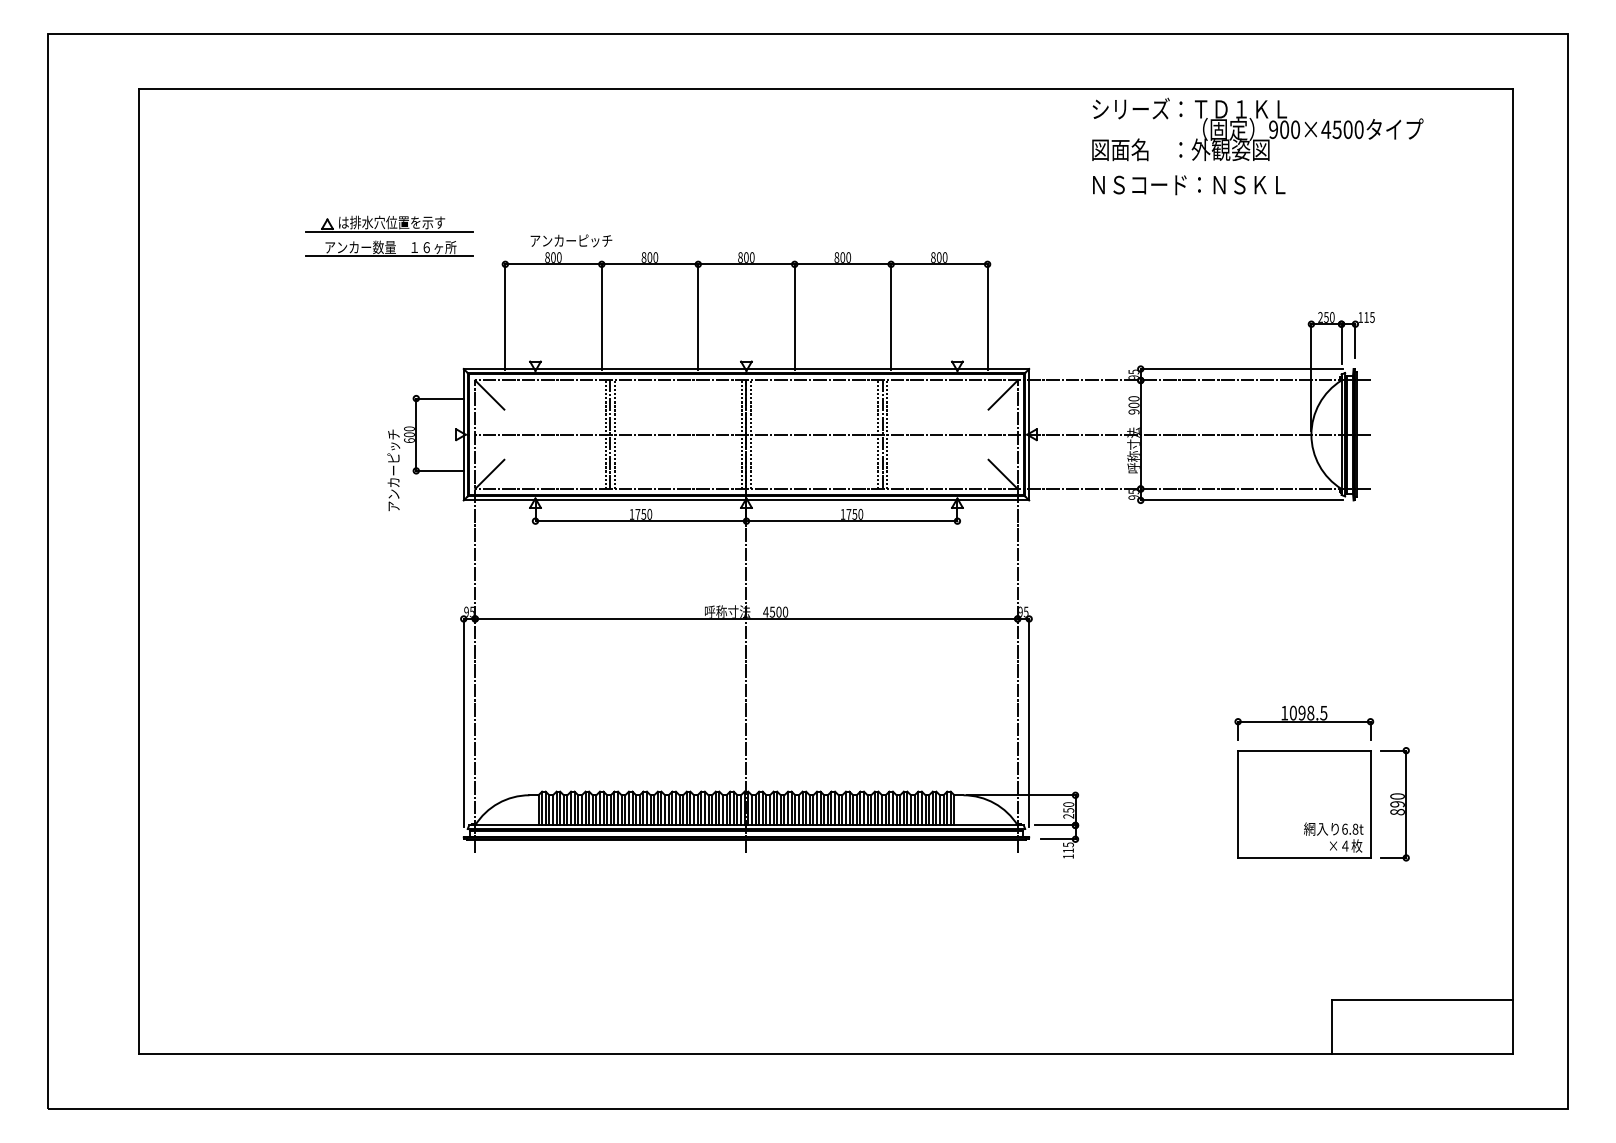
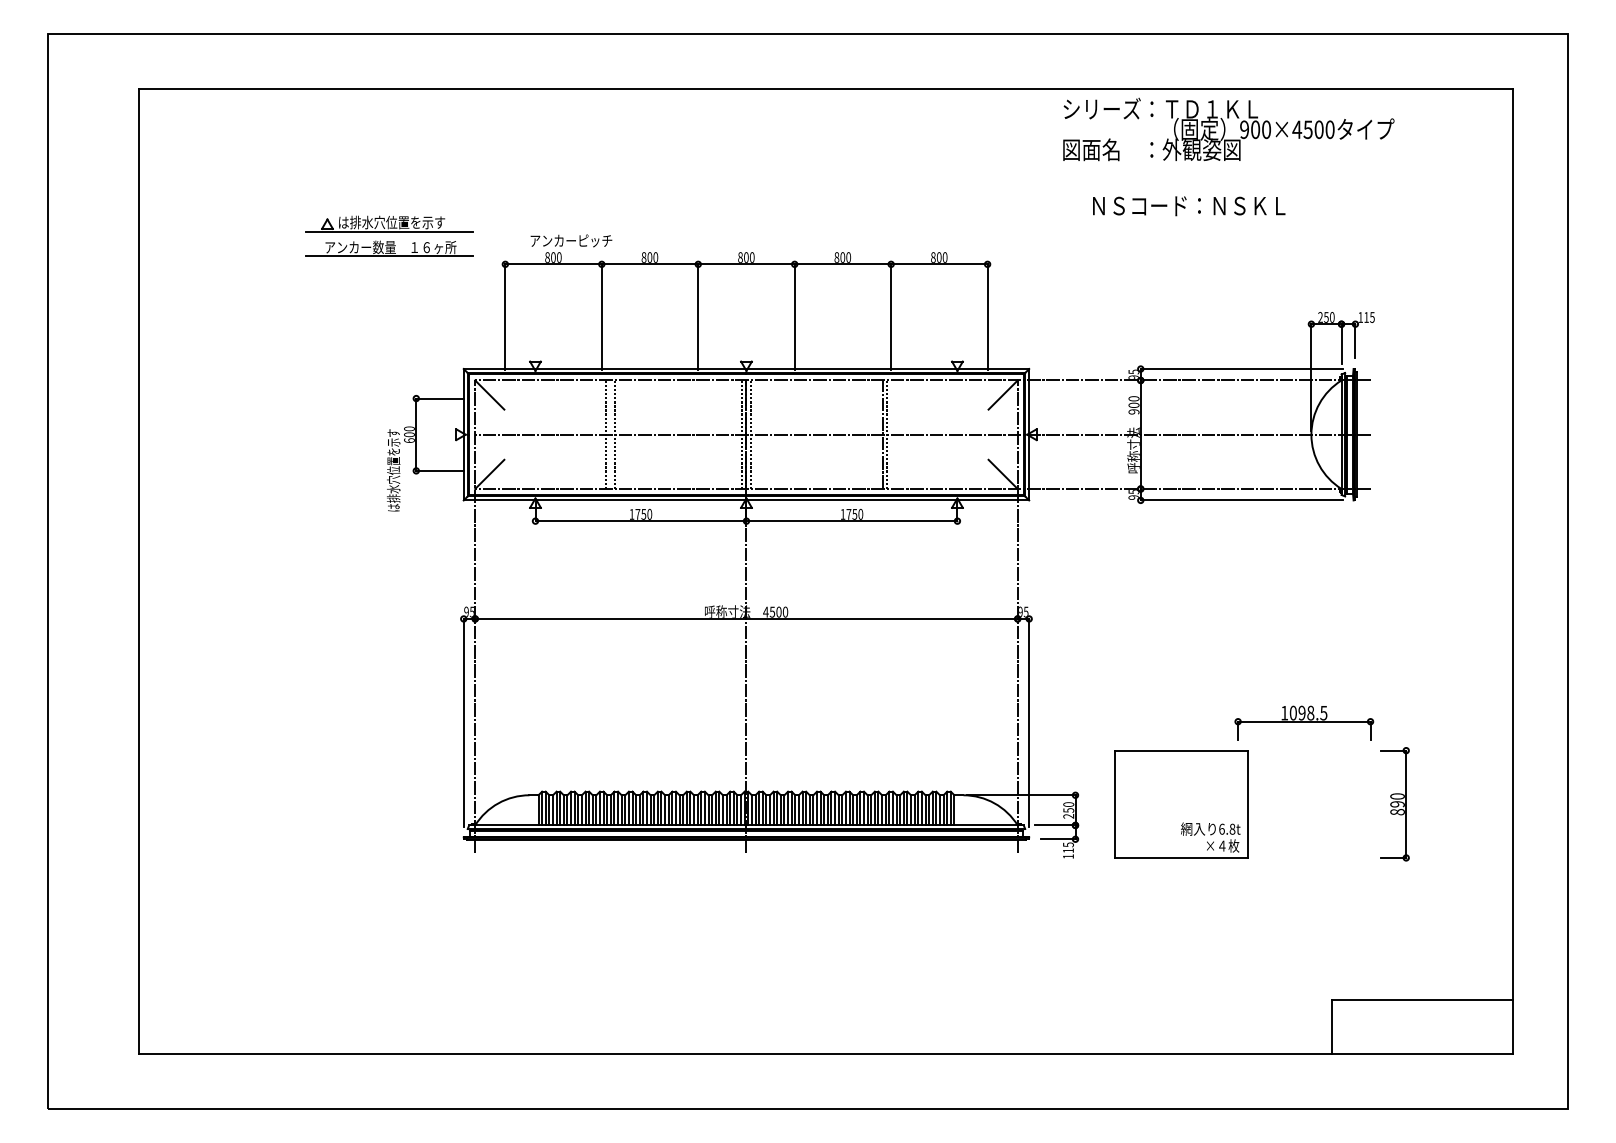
text at (1257, 129) position: (1257, 129) -> (1228, 129)
text at (1189, 185) position: (1189, 185) -> (1189, 206)
line at (610, 434): present -> none
line at (878, 434): present -> none
text at (393, 470): アンカーピッチ -> は排水穴位置を示す
part at (1304, 804) position: (1304, 804) -> (1181, 804)
